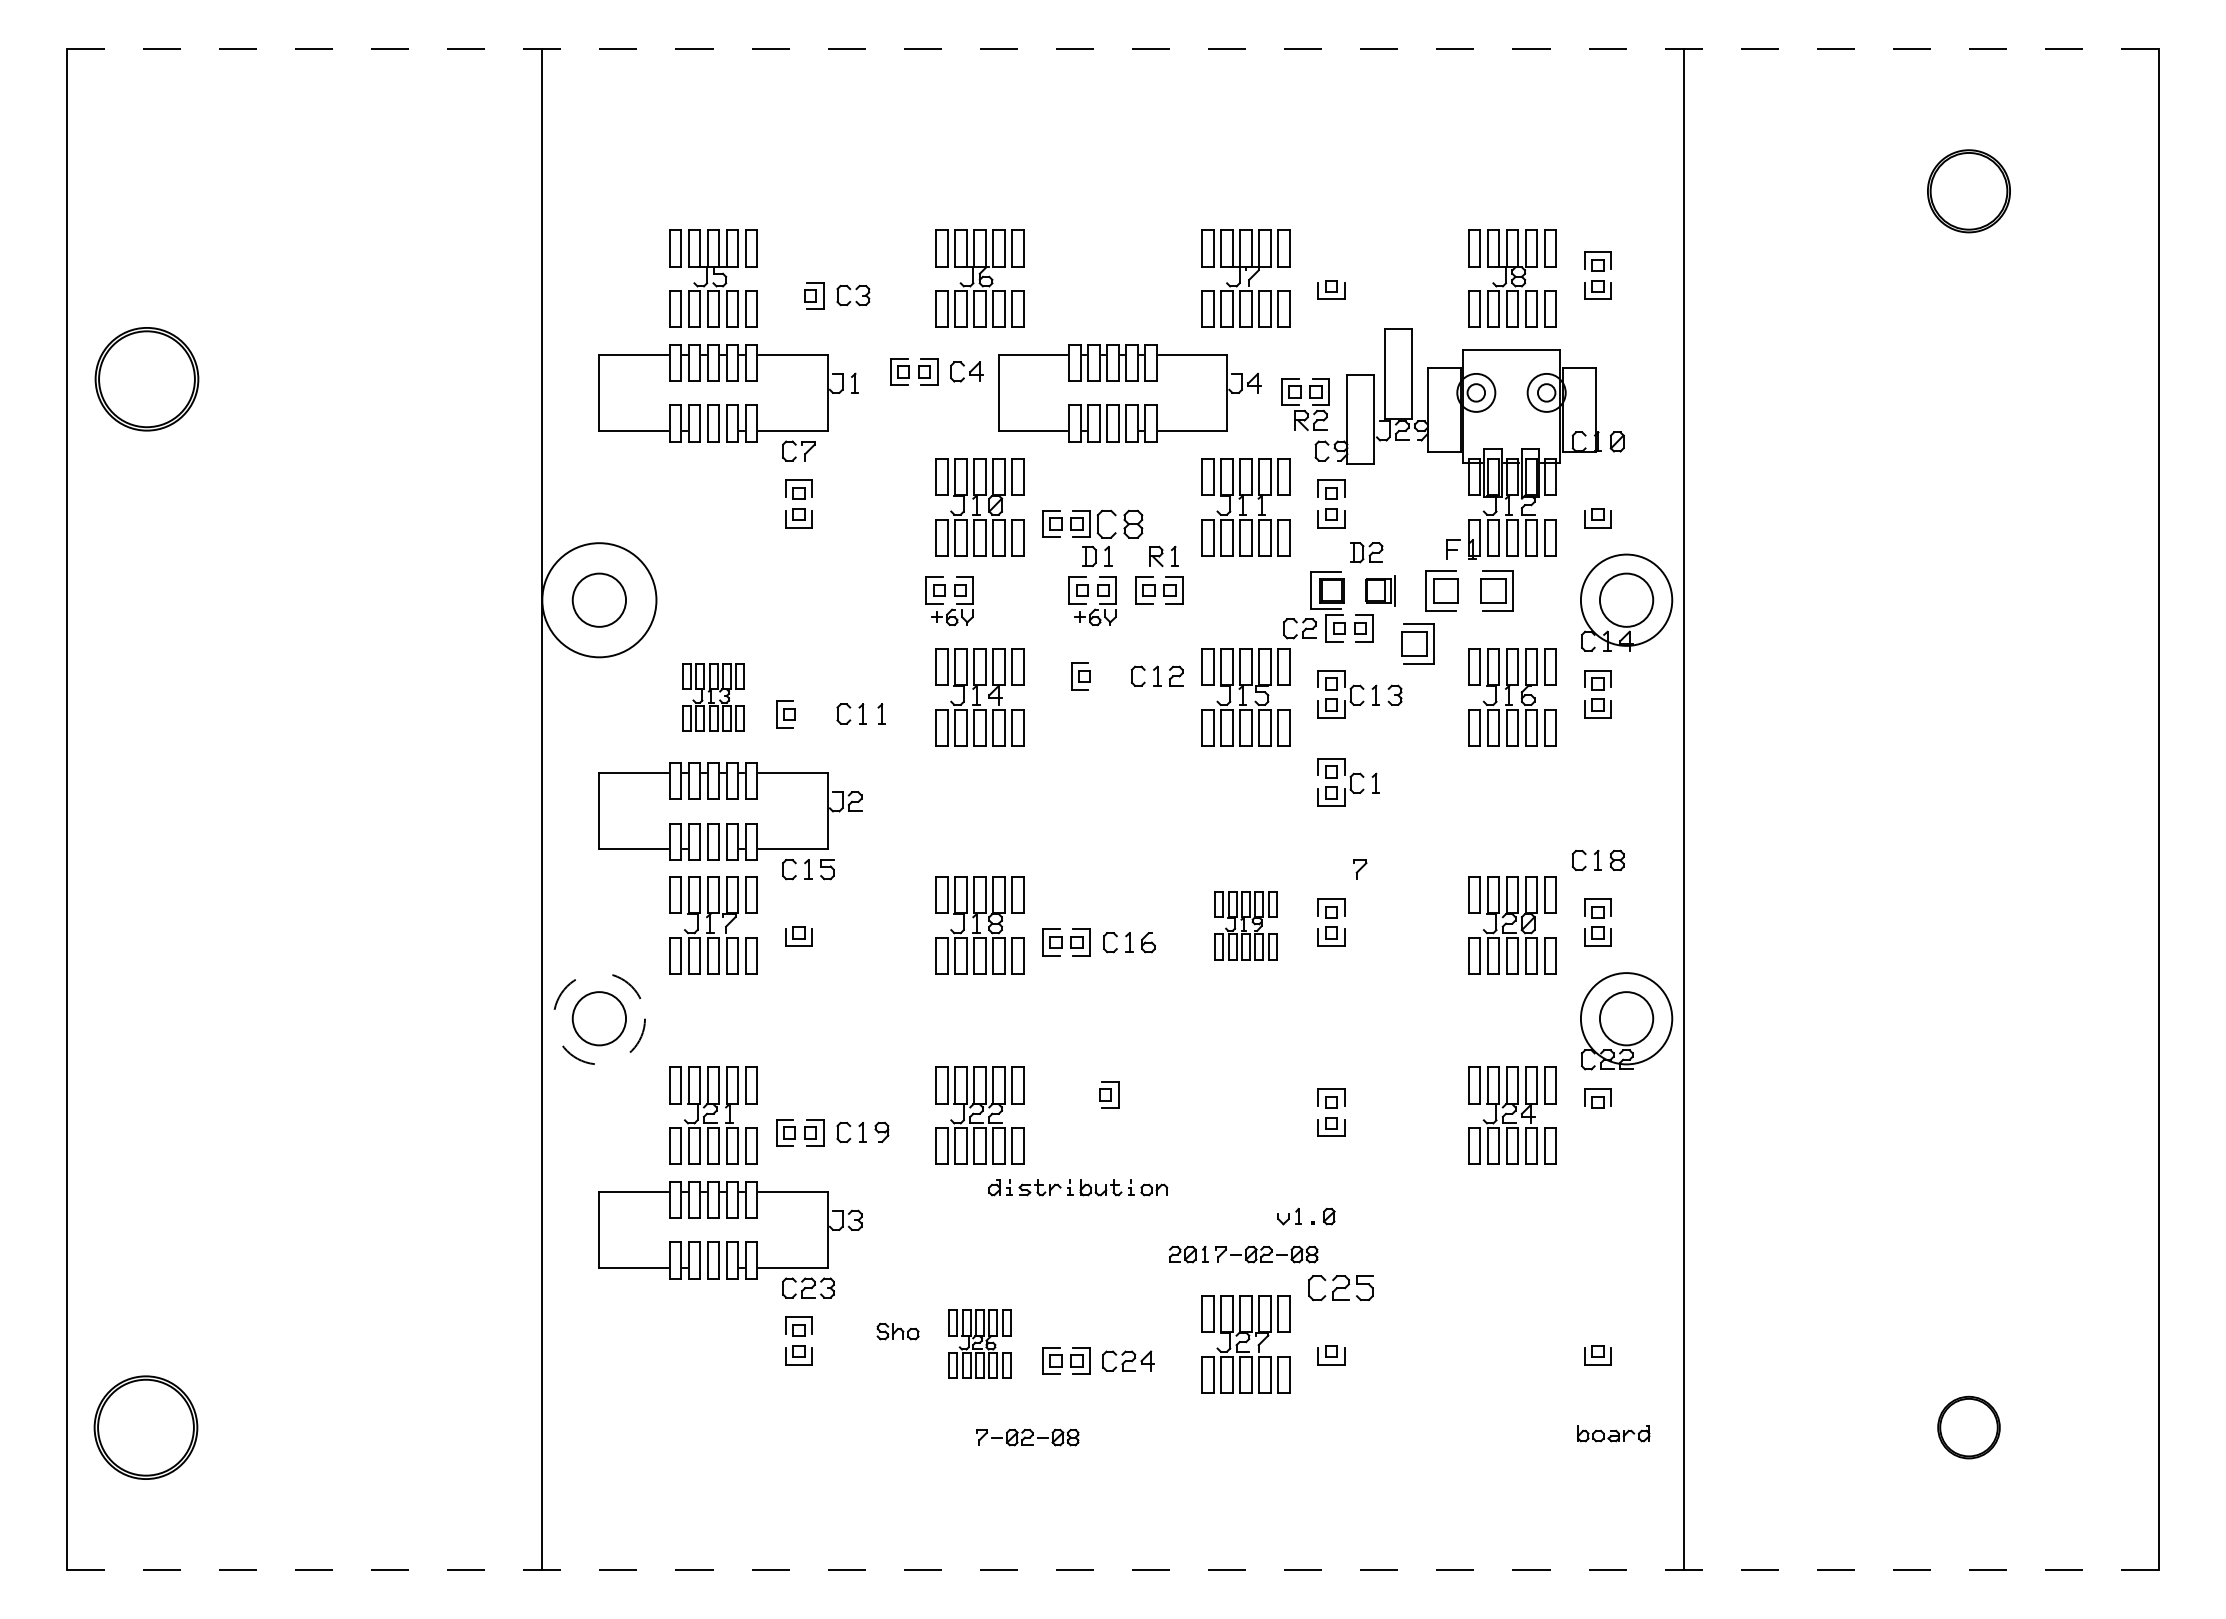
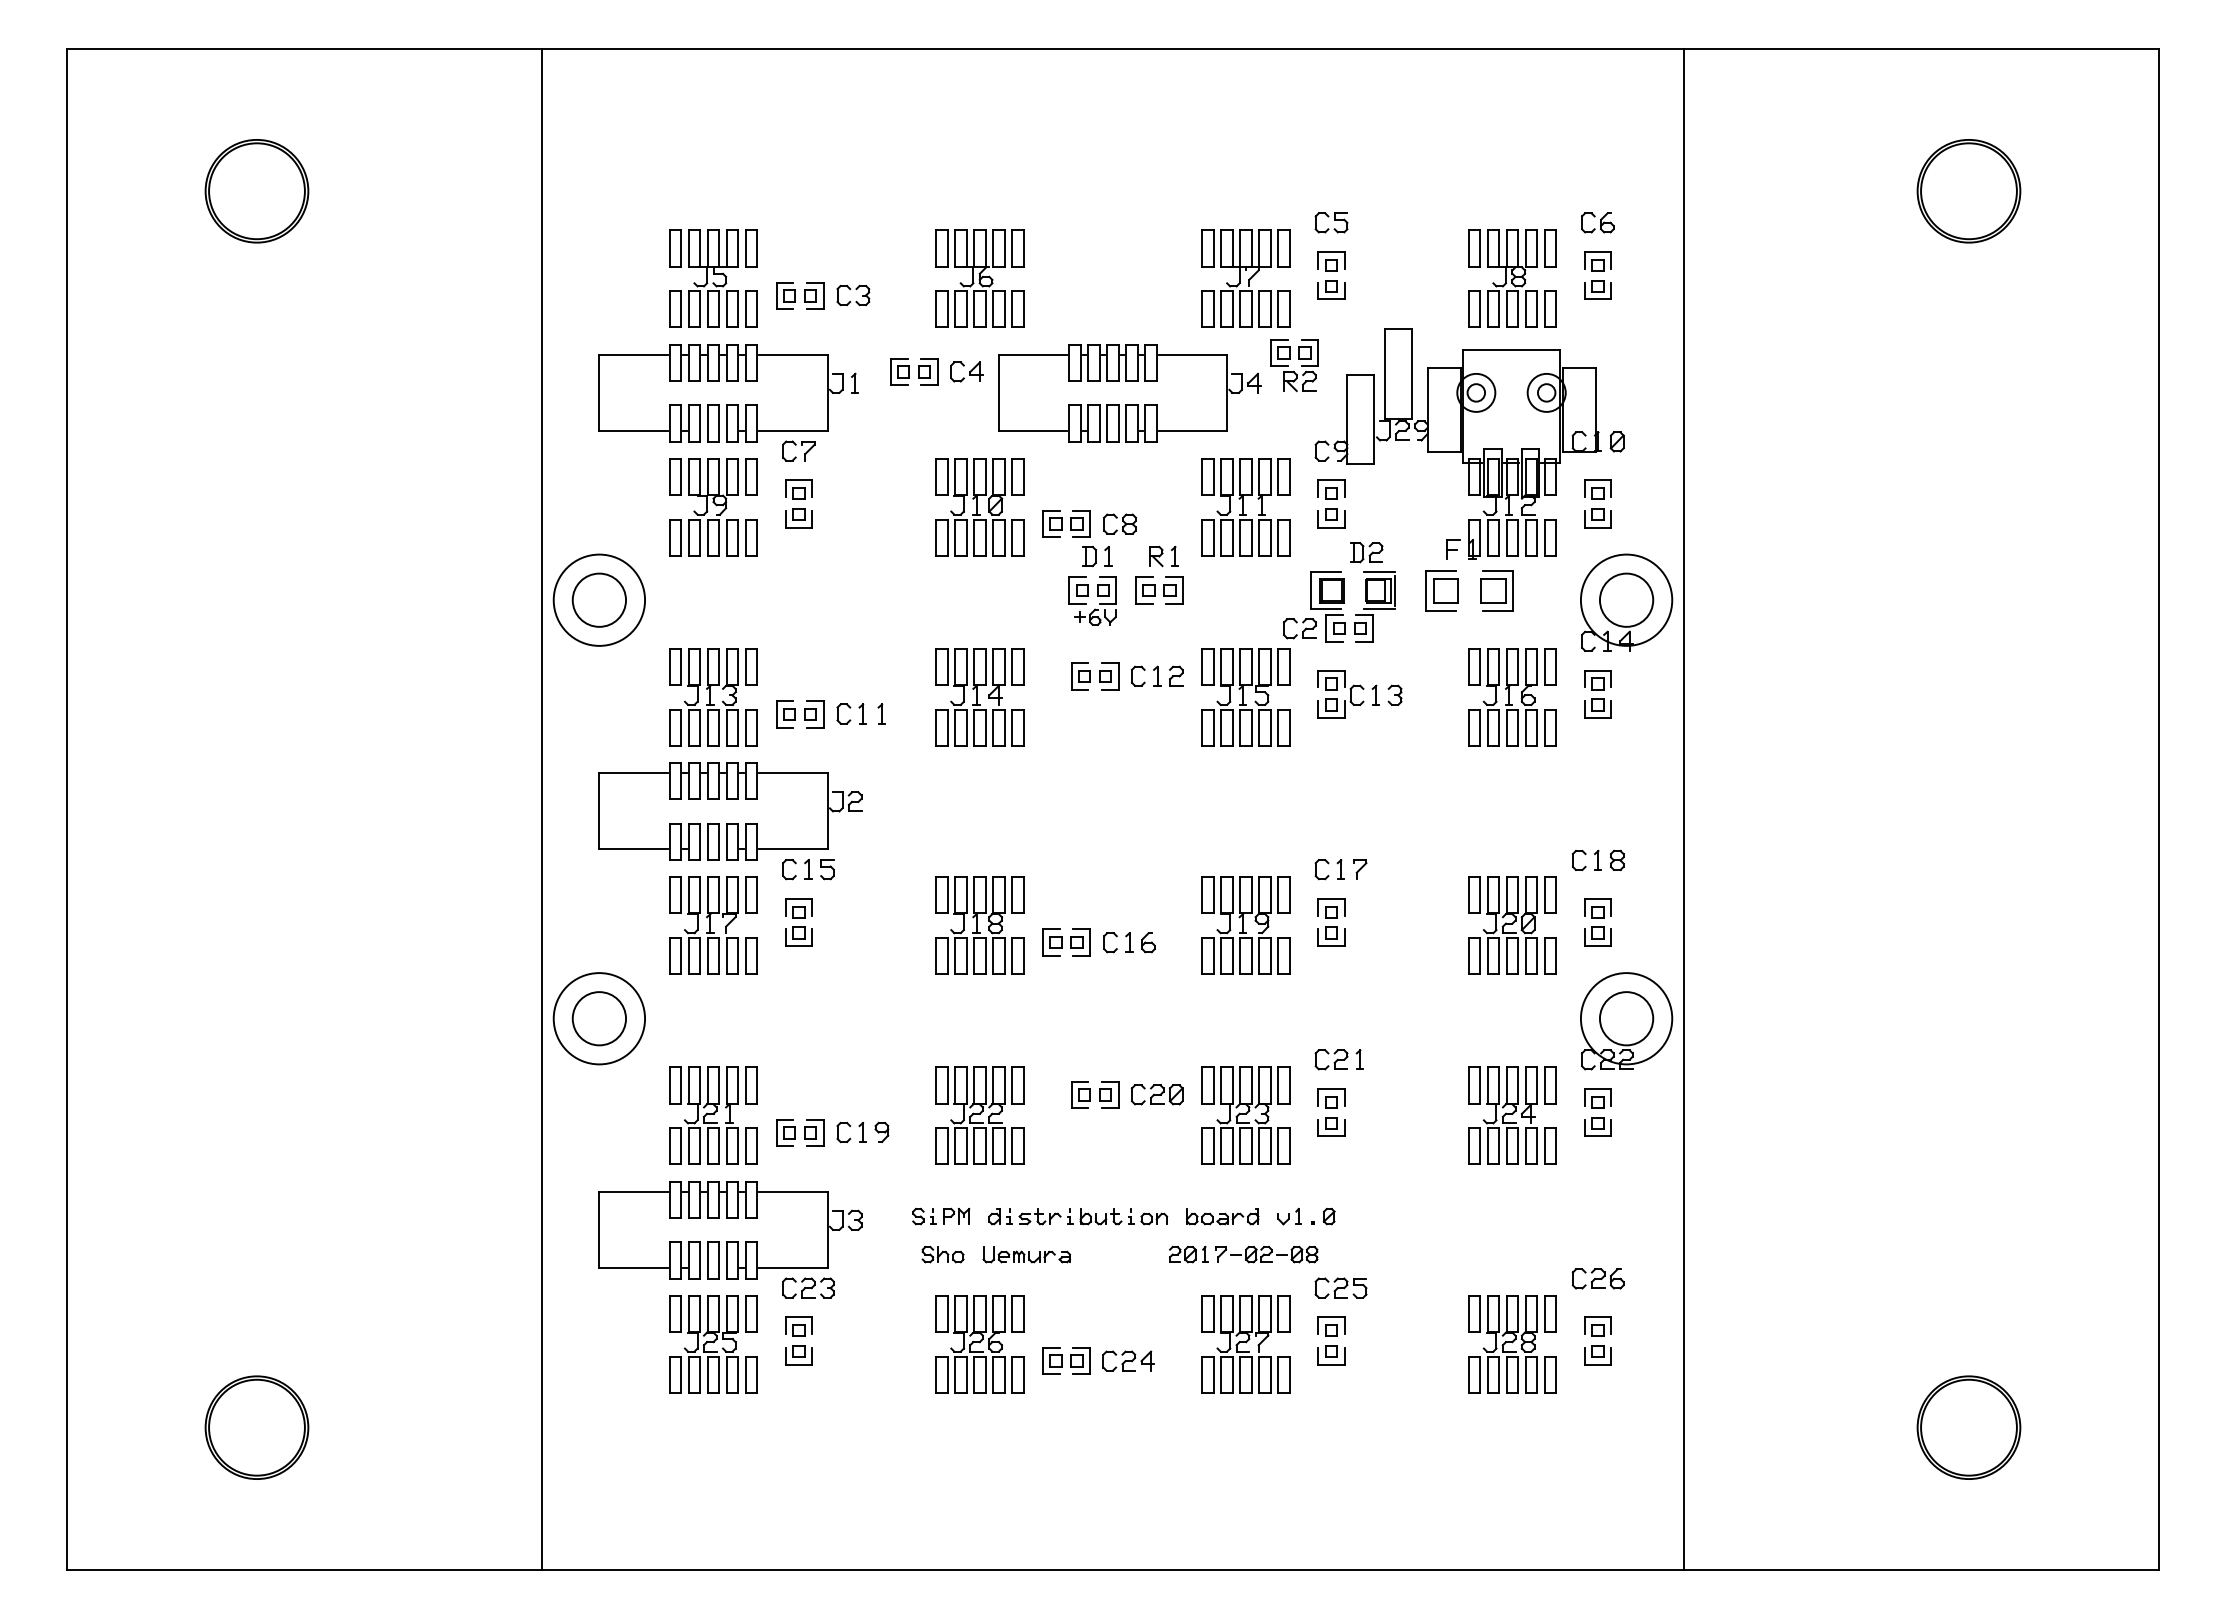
line at (1113, 48): dashed -> solid
part at (1968, 191) size: 84x85 px -> 106x105 px
part at (1331, 222): none -> present
part at (1597, 222): none -> present
part at (1331, 261): none -> present
part at (785, 295): none -> present
part at (146, 379) position: (146, 379) -> (256, 191)
part at (1305, 404) position: (1305, 404) -> (1294, 365)
part at (1597, 489): none -> present
part at (713, 507): none -> present
part at (1119, 523) size: 48x30 px -> 34x22 px
line at (1379, 572): none -> present
circle at (599, 600) diameter: 114 px -> 91 px
part at (949, 600): present -> none
line at (1379, 609): none -> present
part at (1417, 643): present -> none
part at (1109, 676): none -> present
part at (713, 697) size: 63x69 px -> 89x99 px
part at (814, 714): none -> present
part at (1348, 782): present -> none
part at (1329, 869): none -> present
part at (798, 908): none -> present
part at (1245, 925) size: 64x70 px -> 90x99 px
circle at (599, 1018): dashed -> solid
part at (1338, 1059): none -> present
part at (1080, 1094): none -> present
part at (1157, 1094): none -> present
part at (1245, 1115): none -> present
part at (1597, 1126): none -> present
part at (1078, 1187) position: (1078, 1187) -> (1078, 1216)
part at (941, 1216): none -> present
part at (1026, 1254): none -> present
part at (1597, 1278): none -> present
part at (1340, 1288) size: 66x27 px -> 54x22 px
part at (1331, 1326): none -> present
part at (1597, 1326): none -> present
part at (897, 1331) position: (897, 1331) -> (942, 1254)
part at (979, 1343) size: 64x70 px -> 90x99 px
part at (713, 1344): none -> present
part at (1512, 1344): none -> present
part at (145, 1427) position: (145, 1427) -> (256, 1427)
part at (1968, 1427) size: 64x65 px -> 106x105 px
part at (1613, 1433) position: (1613, 1433) -> (1222, 1216)
part at (1027, 1437): present -> none
line at (1112, 1570): dashed -> solid
